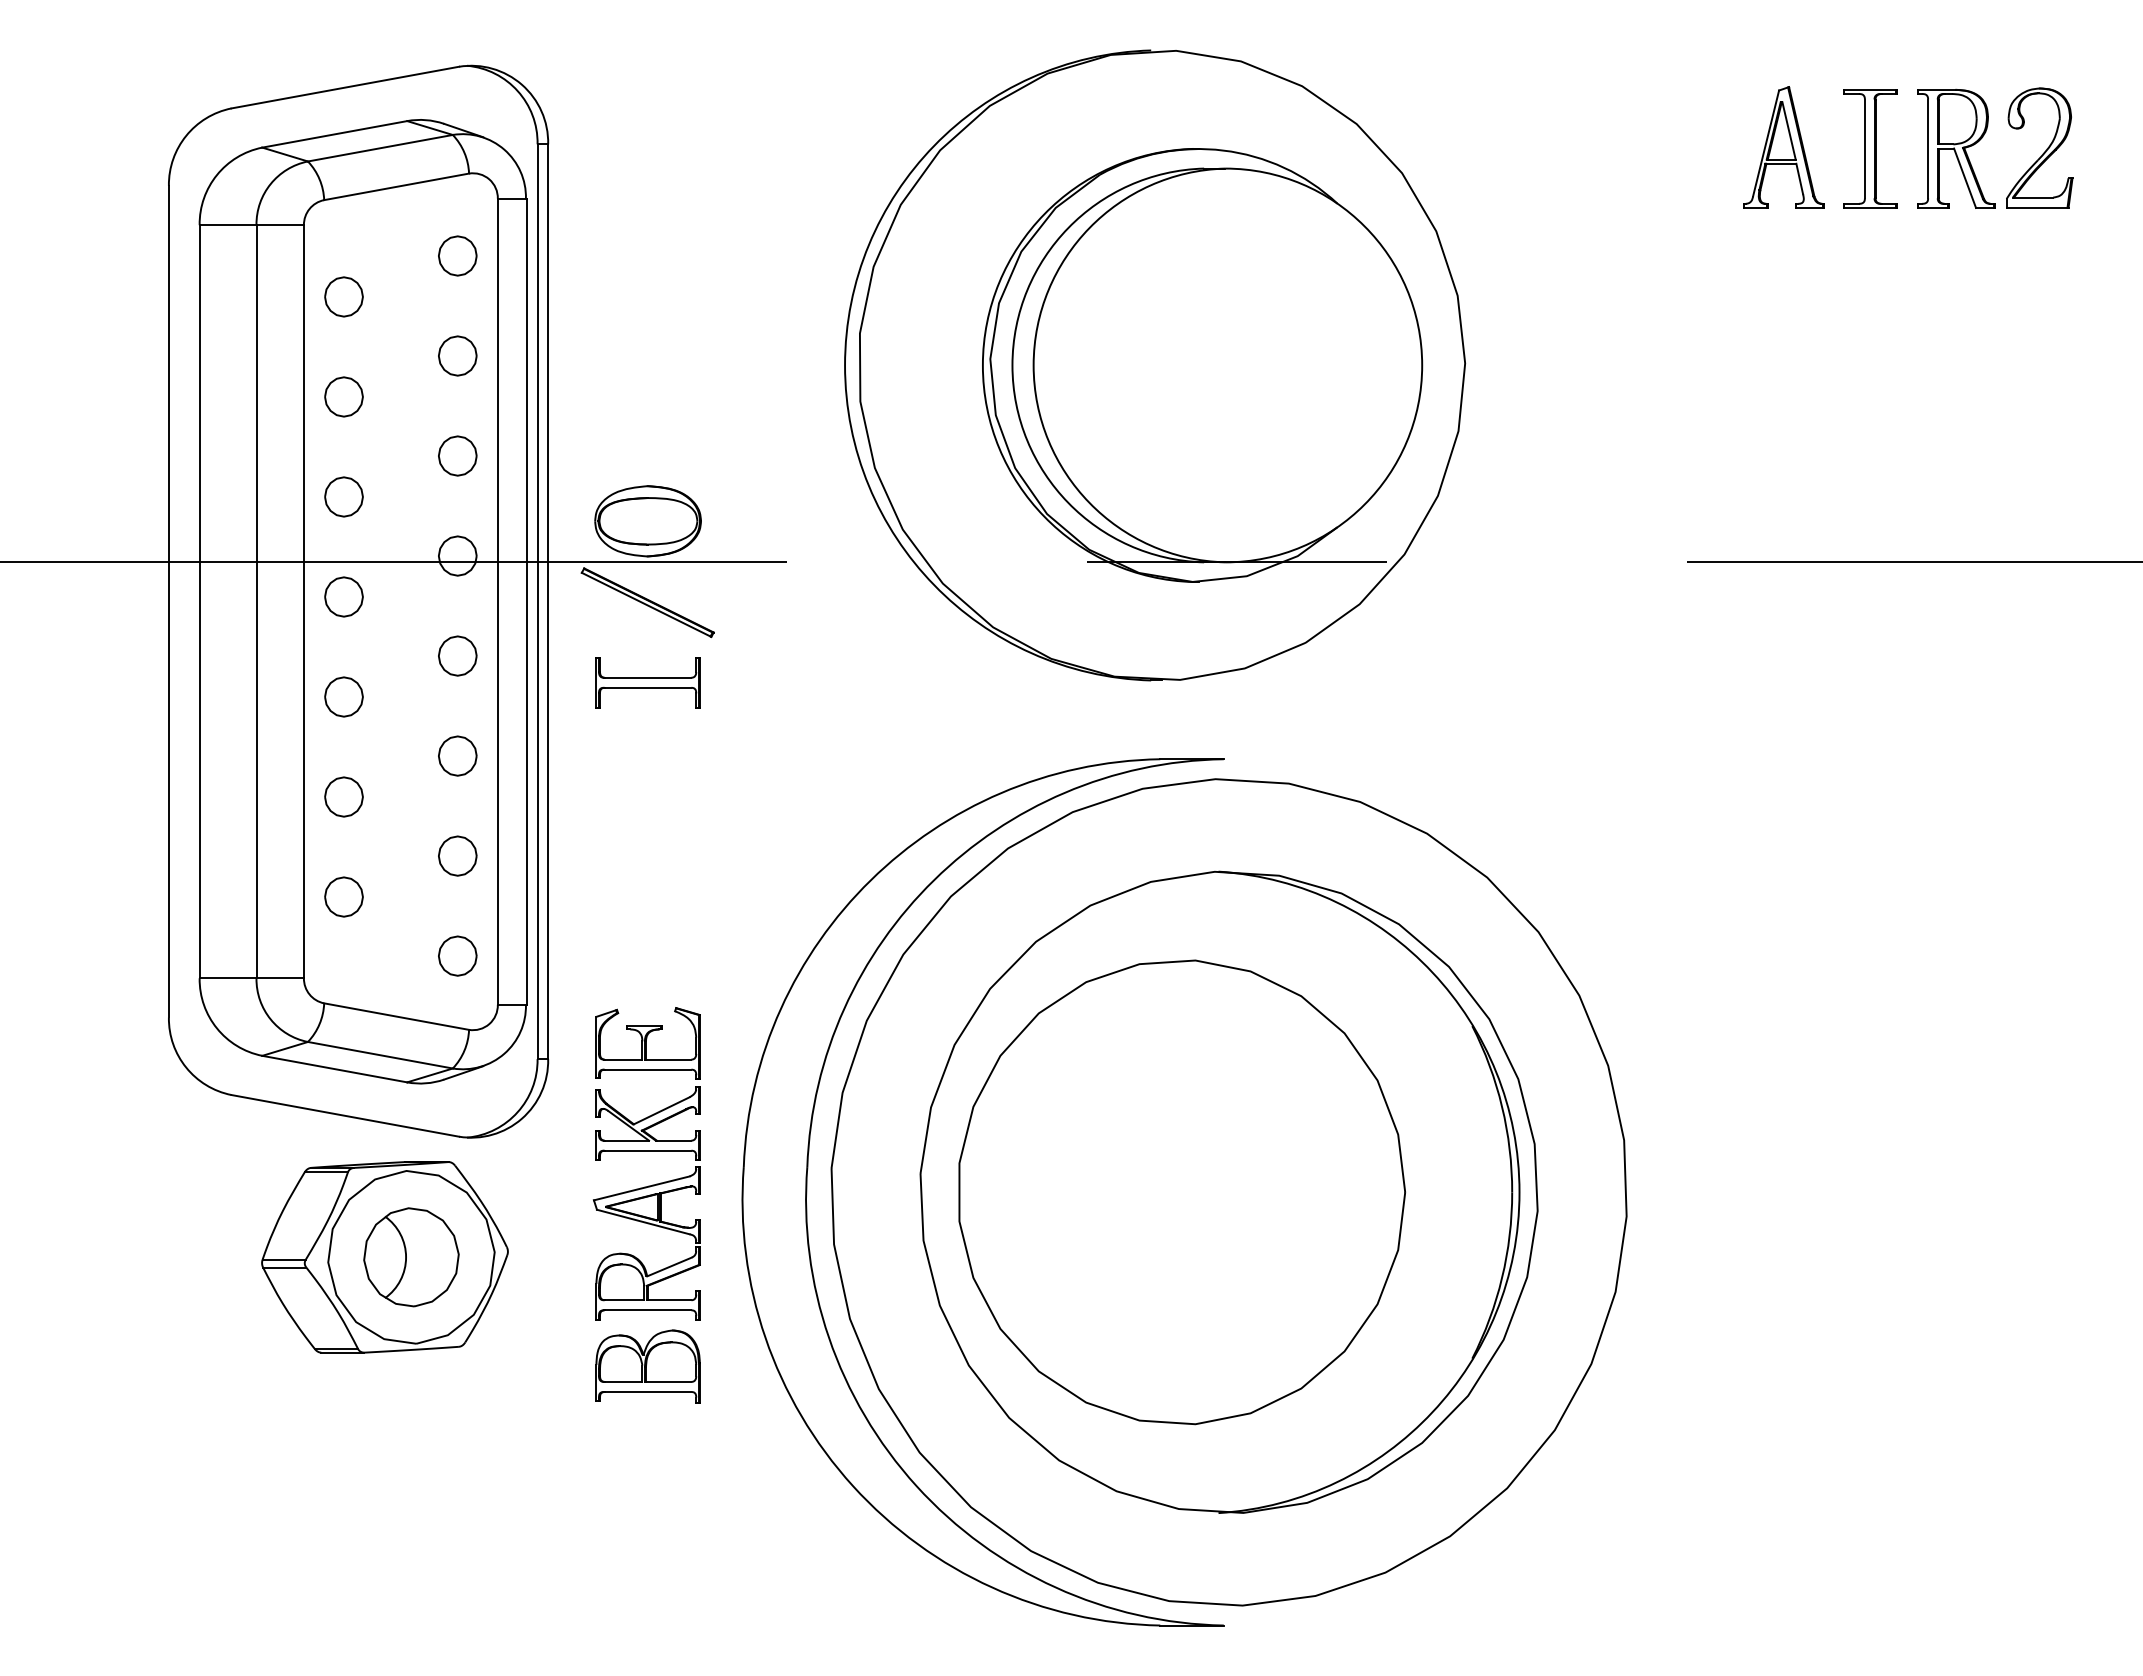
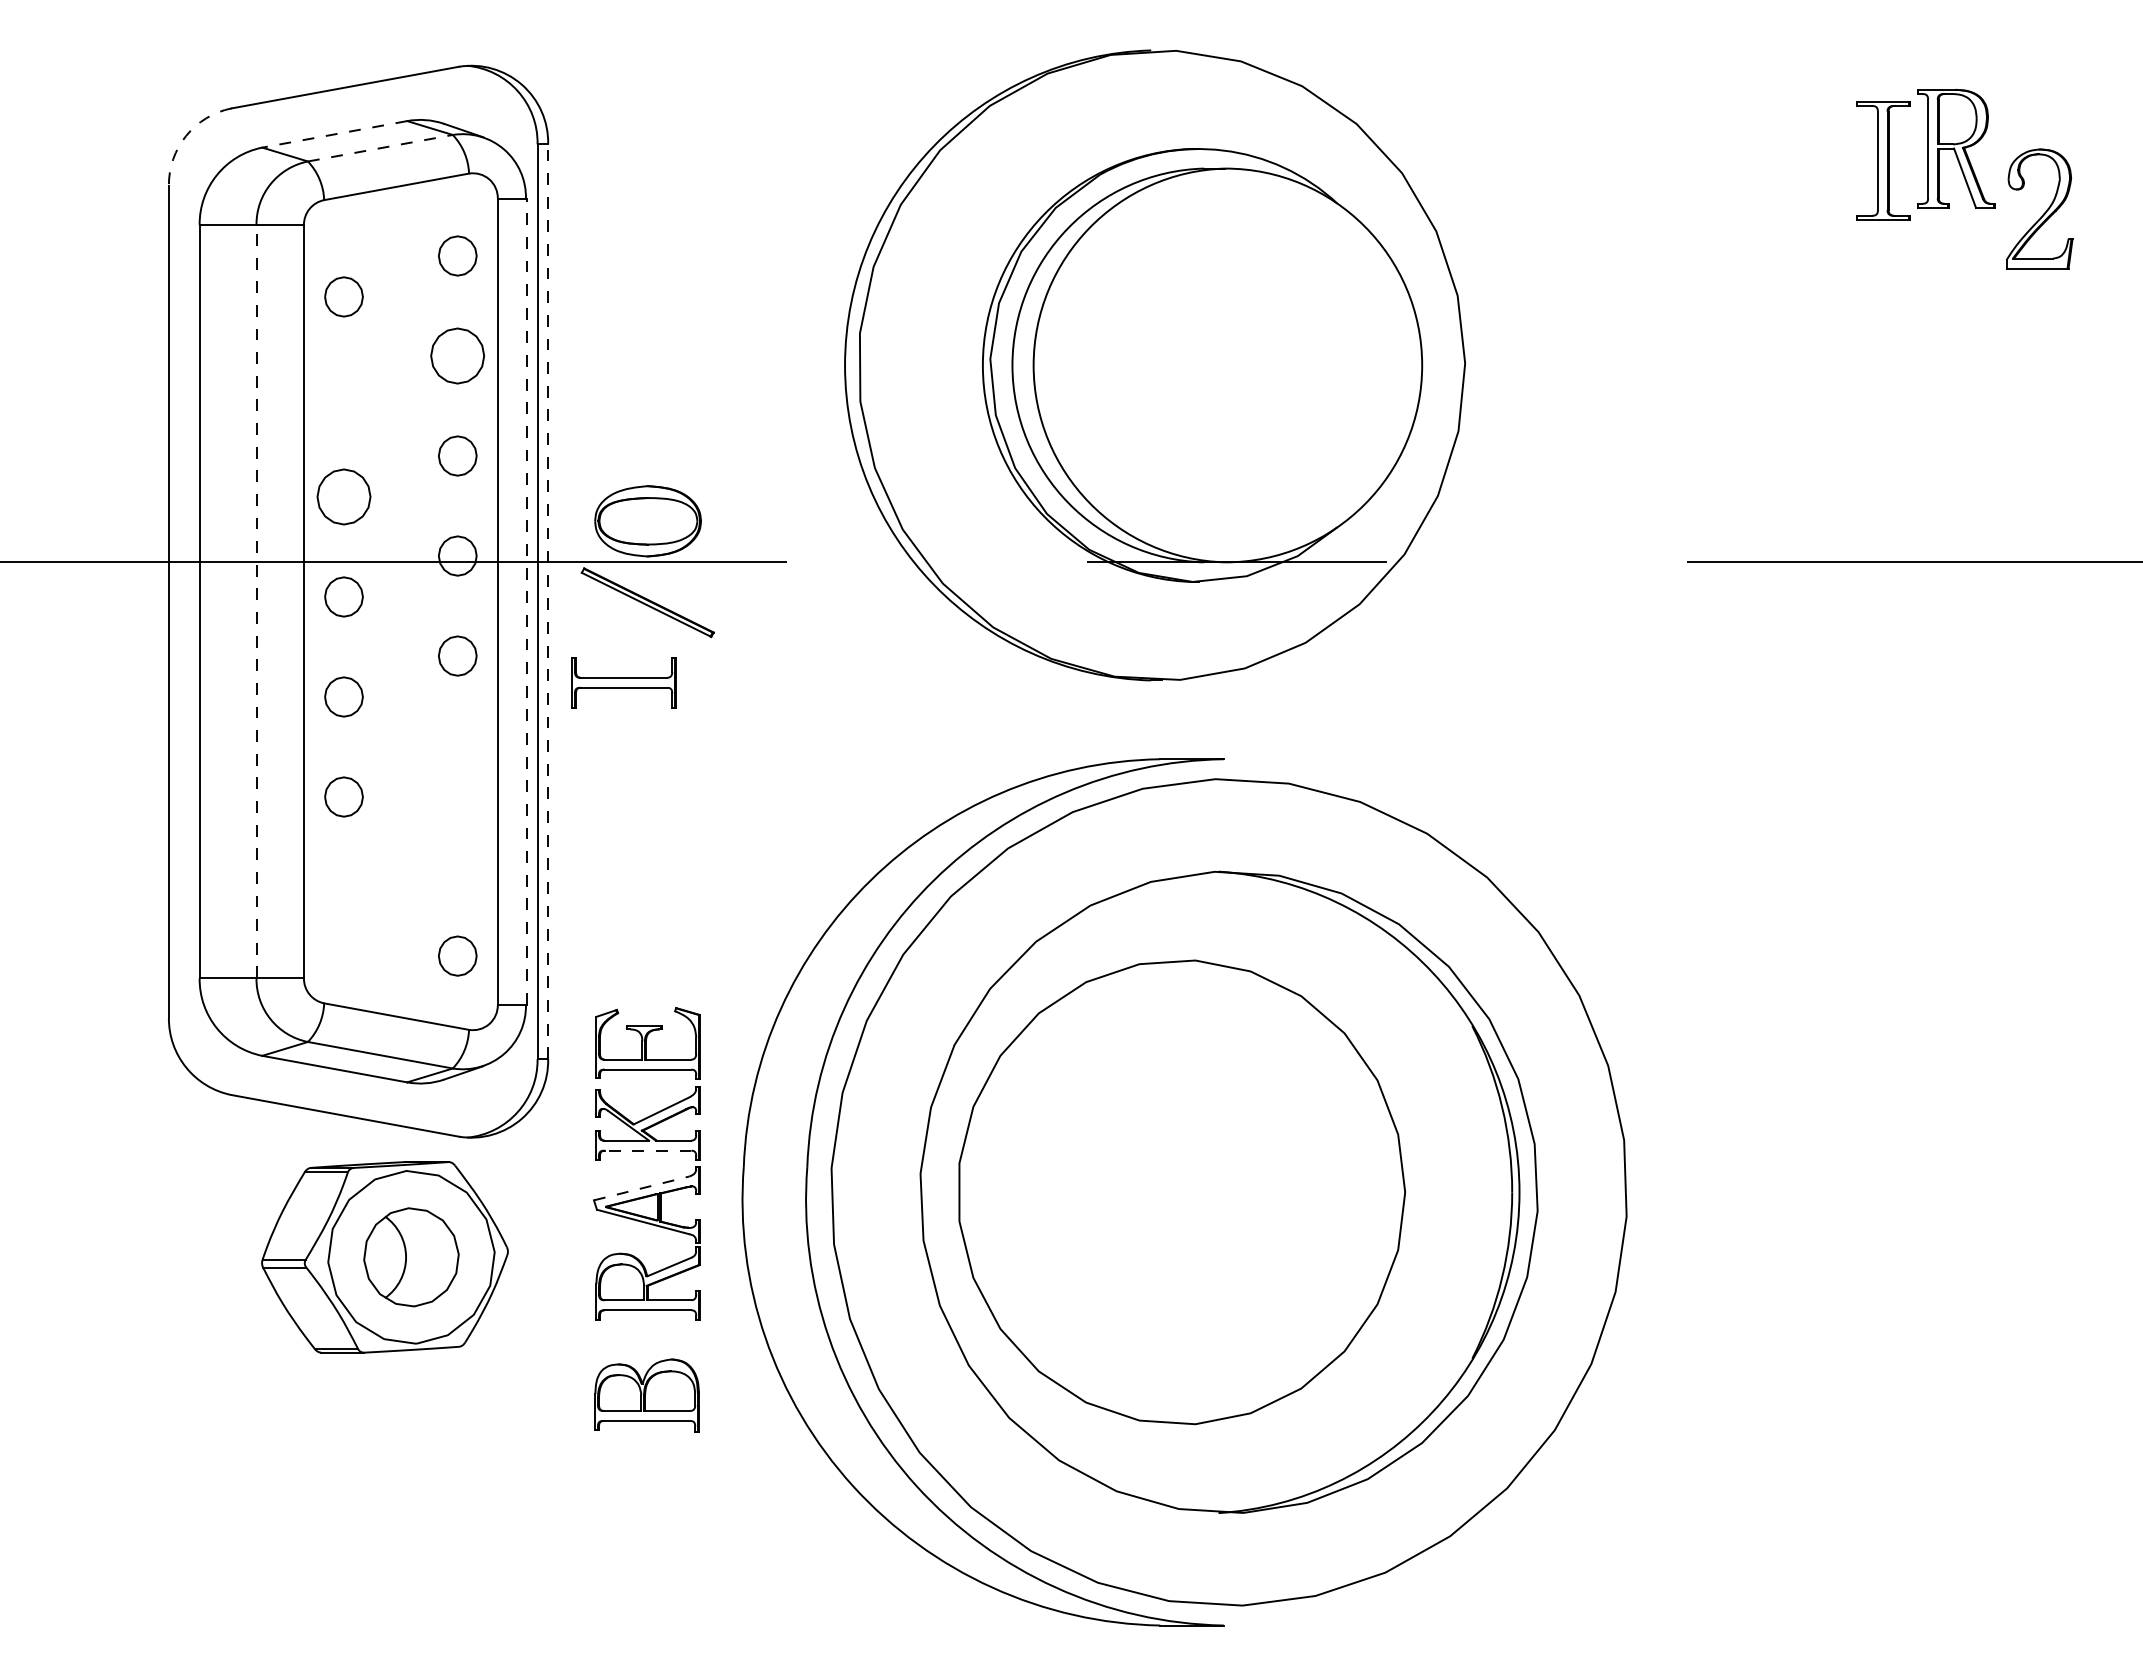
line at (334, 134): solid -> dashed
arc at (186, 135): solid -> dashed
part at (1783, 147): present -> none
line at (380, 148): solid -> dashed
part at (1870, 148) position: (1870, 148) -> (1883, 160)
part at (2044, 151) position: (2044, 151) -> (2044, 212)
part at (457, 355) size: 40x42 px -> 55x58 px
part at (343, 396): present -> none
part at (343, 496) size: 40x42 px -> 56x58 px
line at (256, 601): solid -> dashed
line at (526, 601): solid -> dashed
line at (548, 601): solid -> dashed
part at (647, 682) position: (647, 682) -> (623, 682)
part at (457, 755): present -> none
part at (457, 855): present -> none
part at (343, 896): present -> none
line at (647, 1150): solid -> dashed
line at (642, 1188): solid -> dashed
part at (647, 1366) position: (647, 1366) -> (646, 1395)
